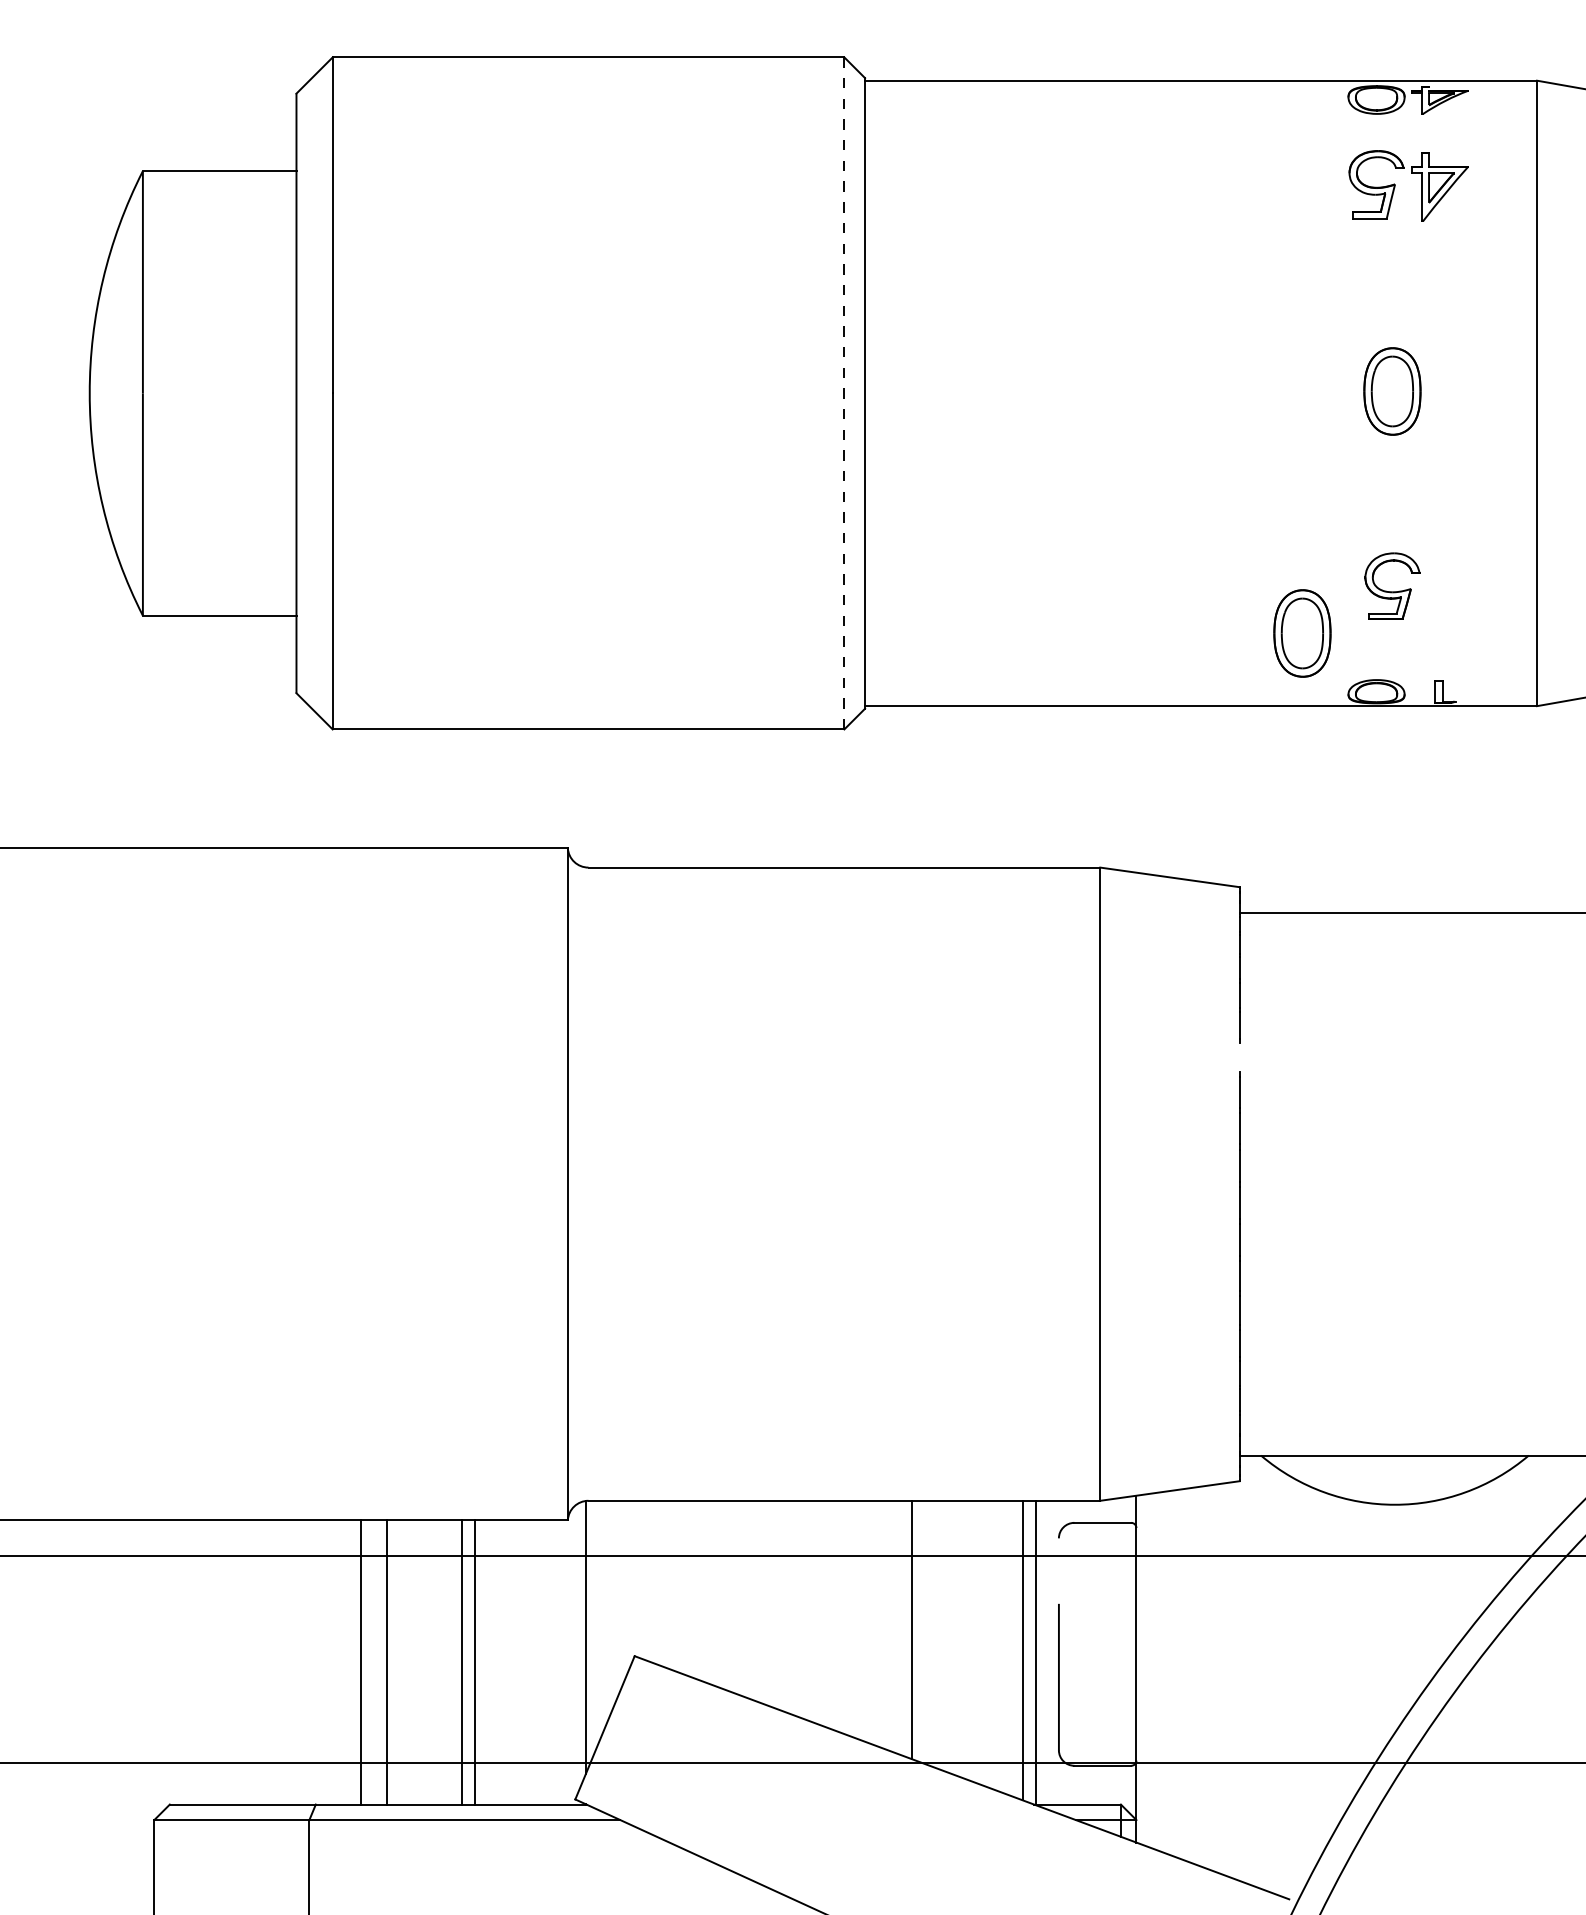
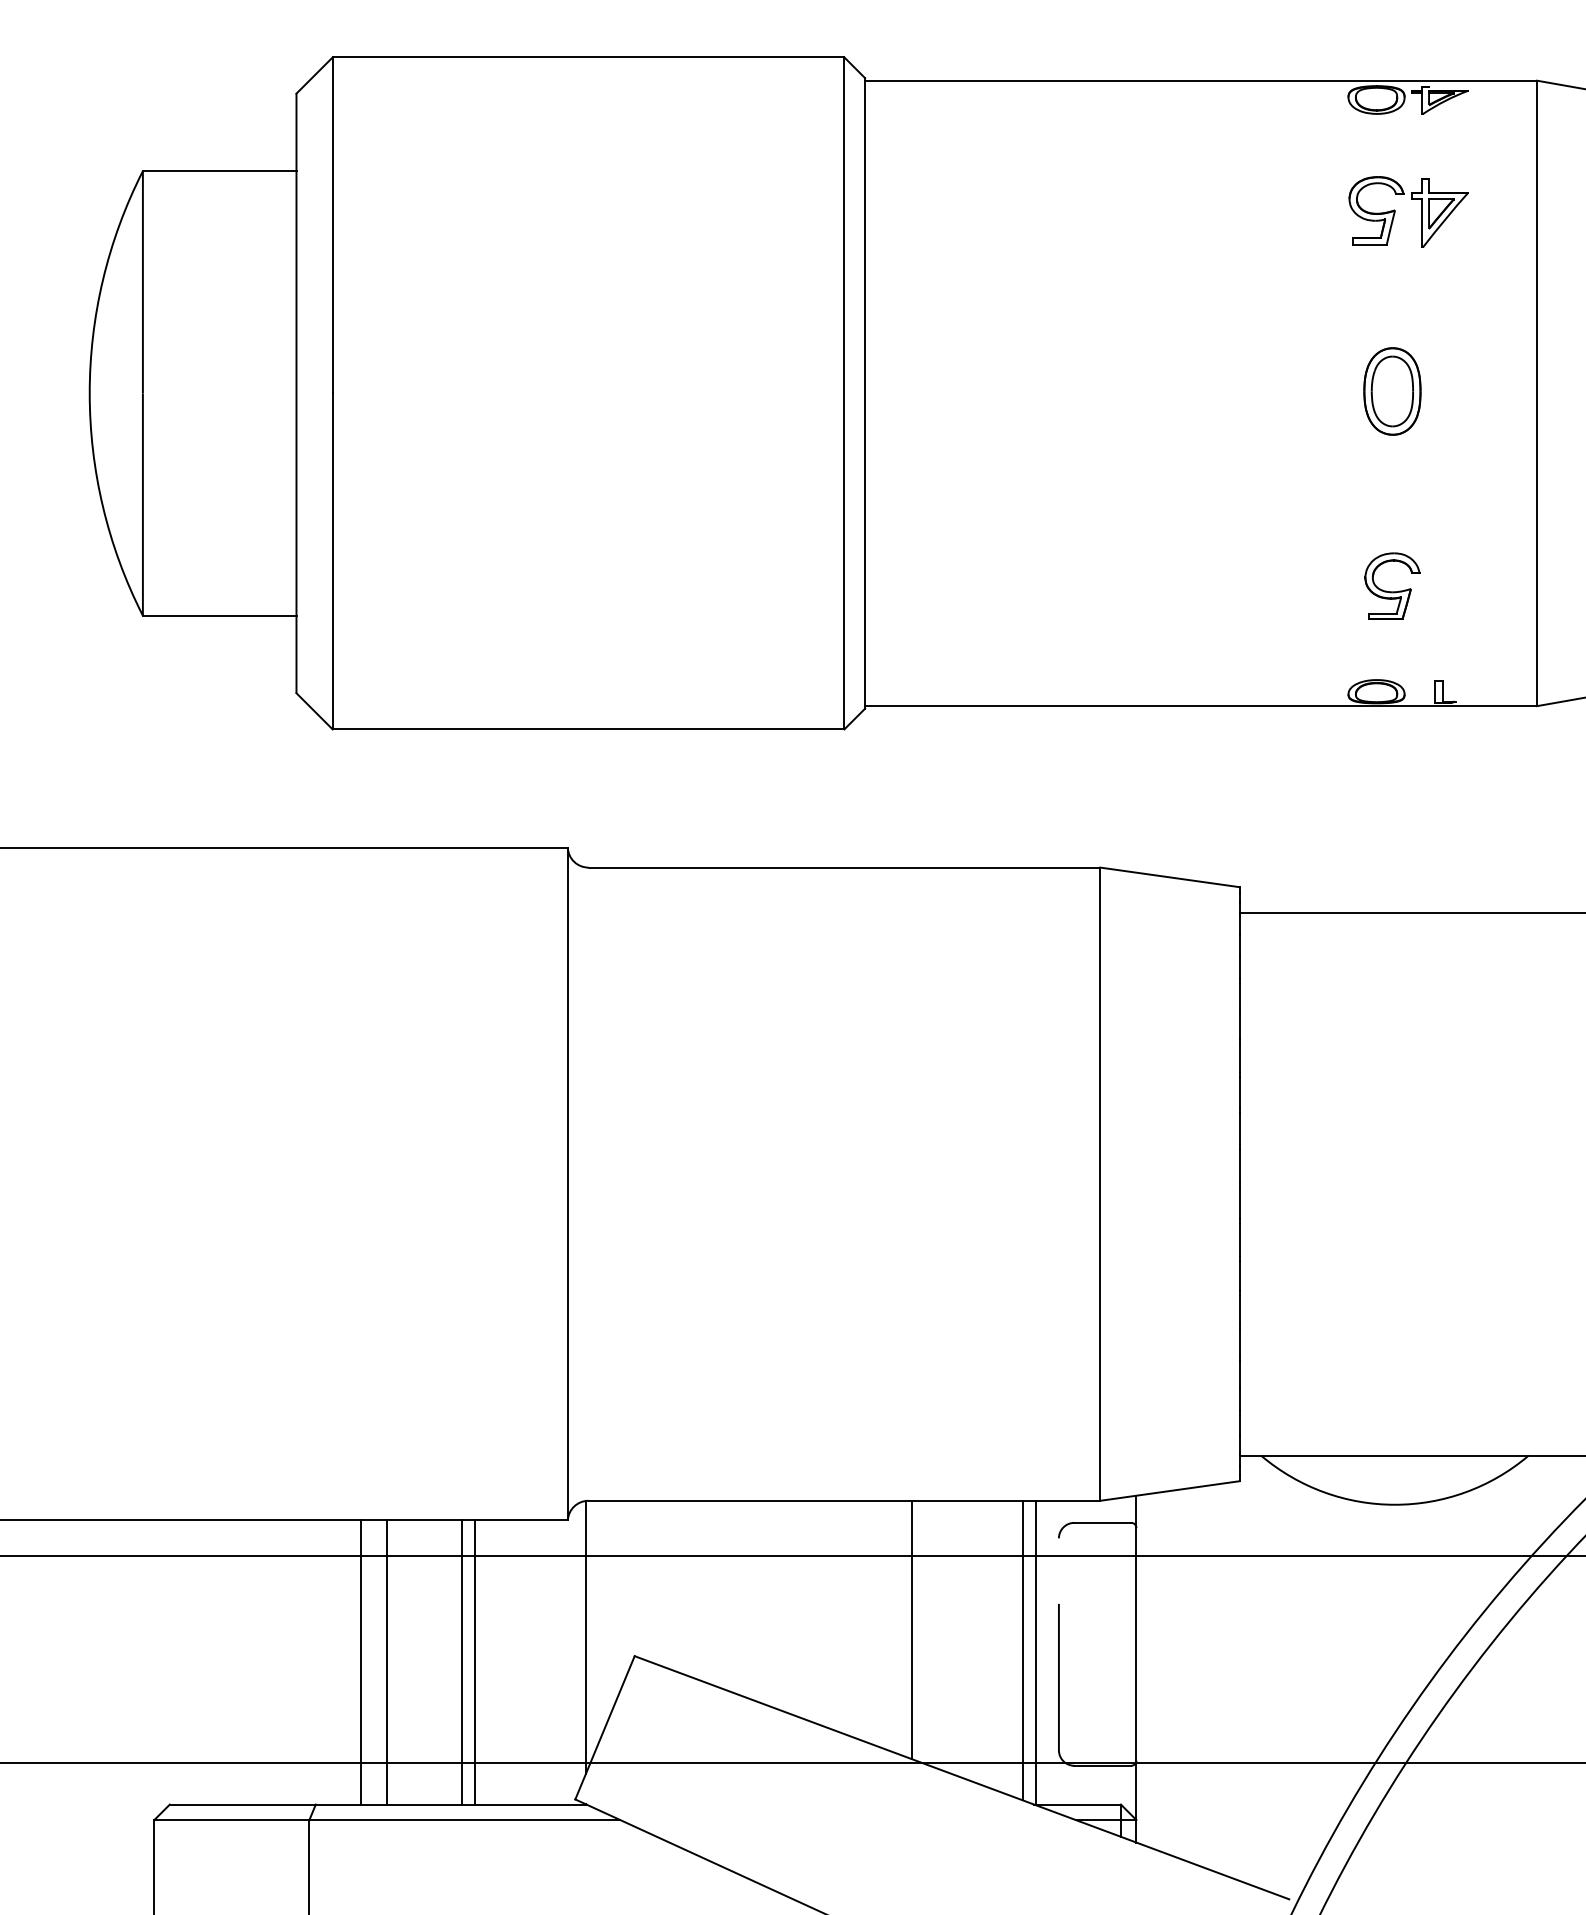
part at (1411, 173) position: (1411, 173) -> (1411, 199)
line at (844, 393): dashed -> solid
part at (1302, 633): present -> none
line at (1239, 1057): none -> present
